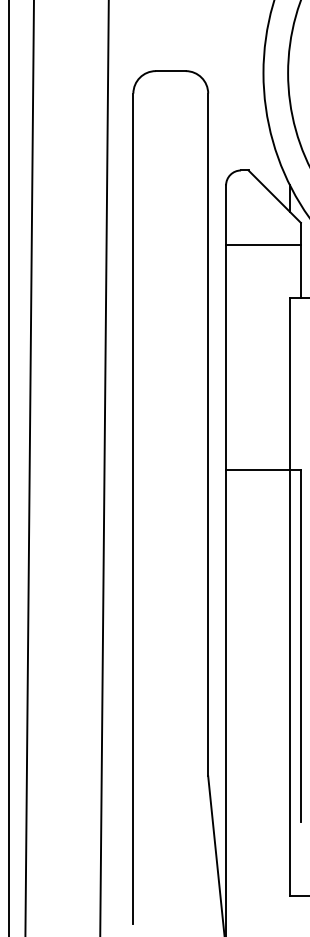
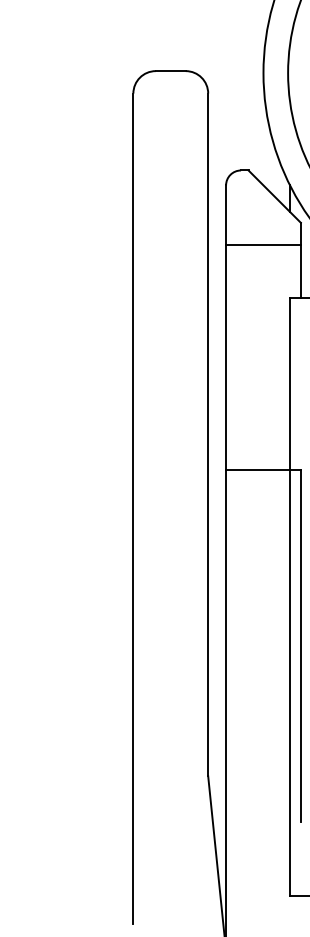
line at (9, 467): present -> none
line at (29, 467): present -> none
line at (104, 467): present -> none
